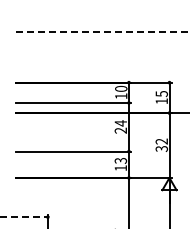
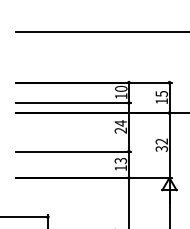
line at (103, 32): dashed -> solid
line at (23, 217): dashed -> solid
